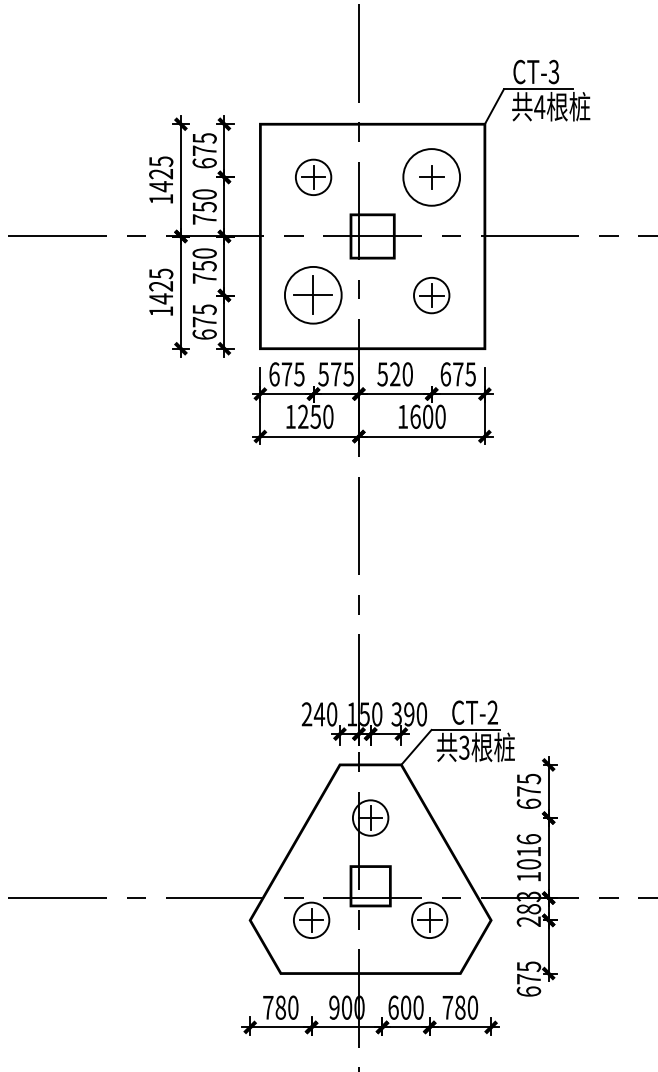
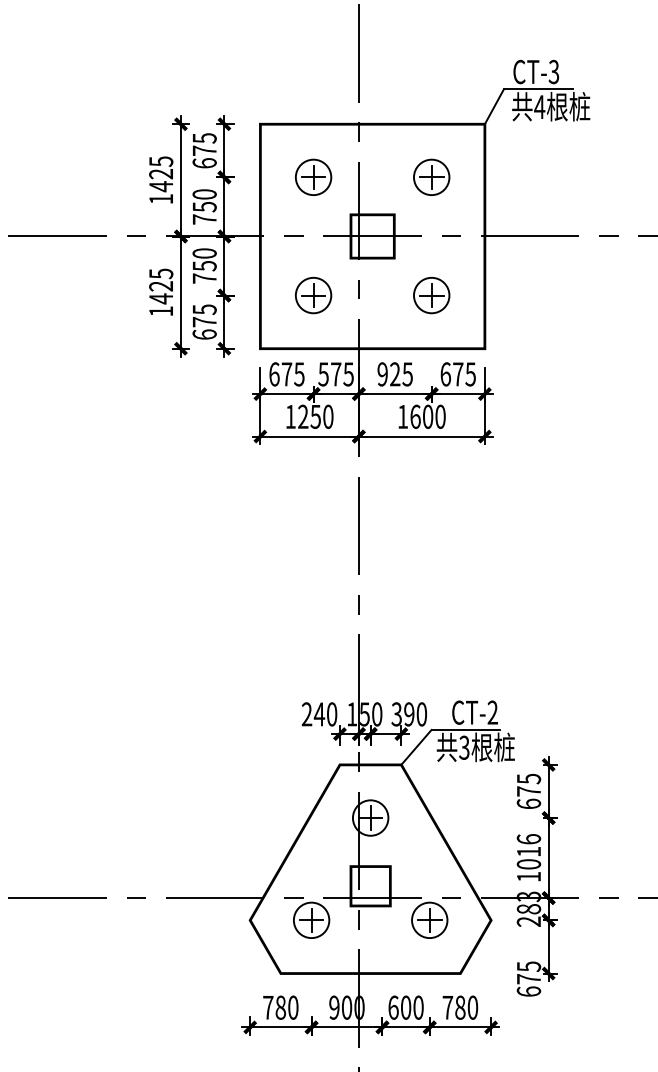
circle at (431, 177) diameter: 57 px -> 35 px
part at (313, 295) size: 59x59 px -> 38x38 px
text at (394, 374): 520 -> 925
